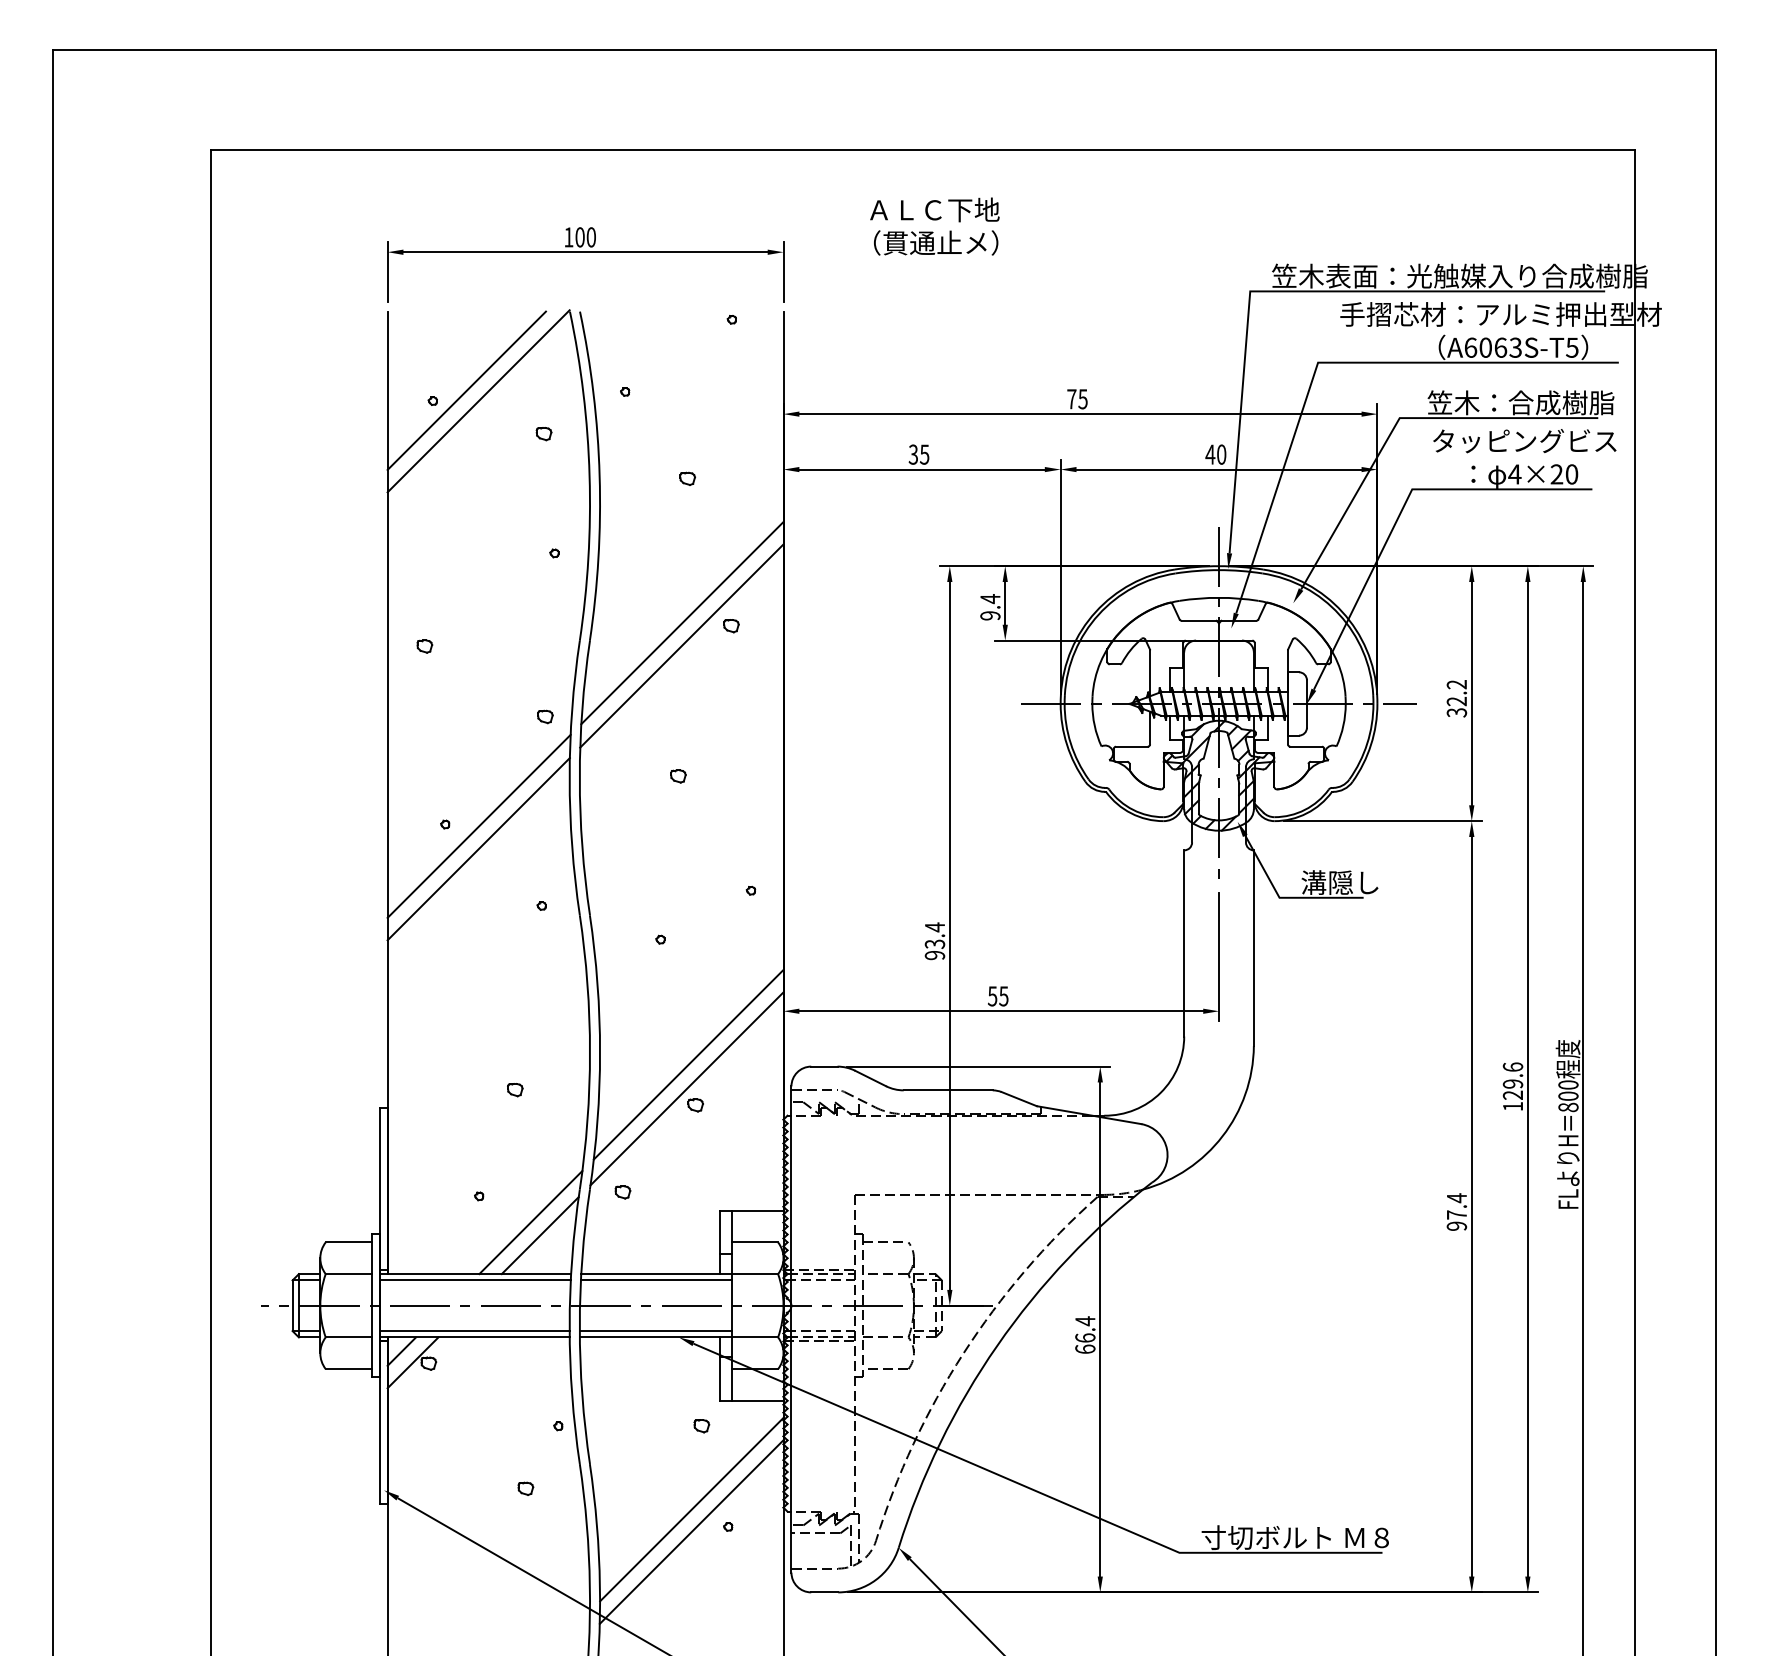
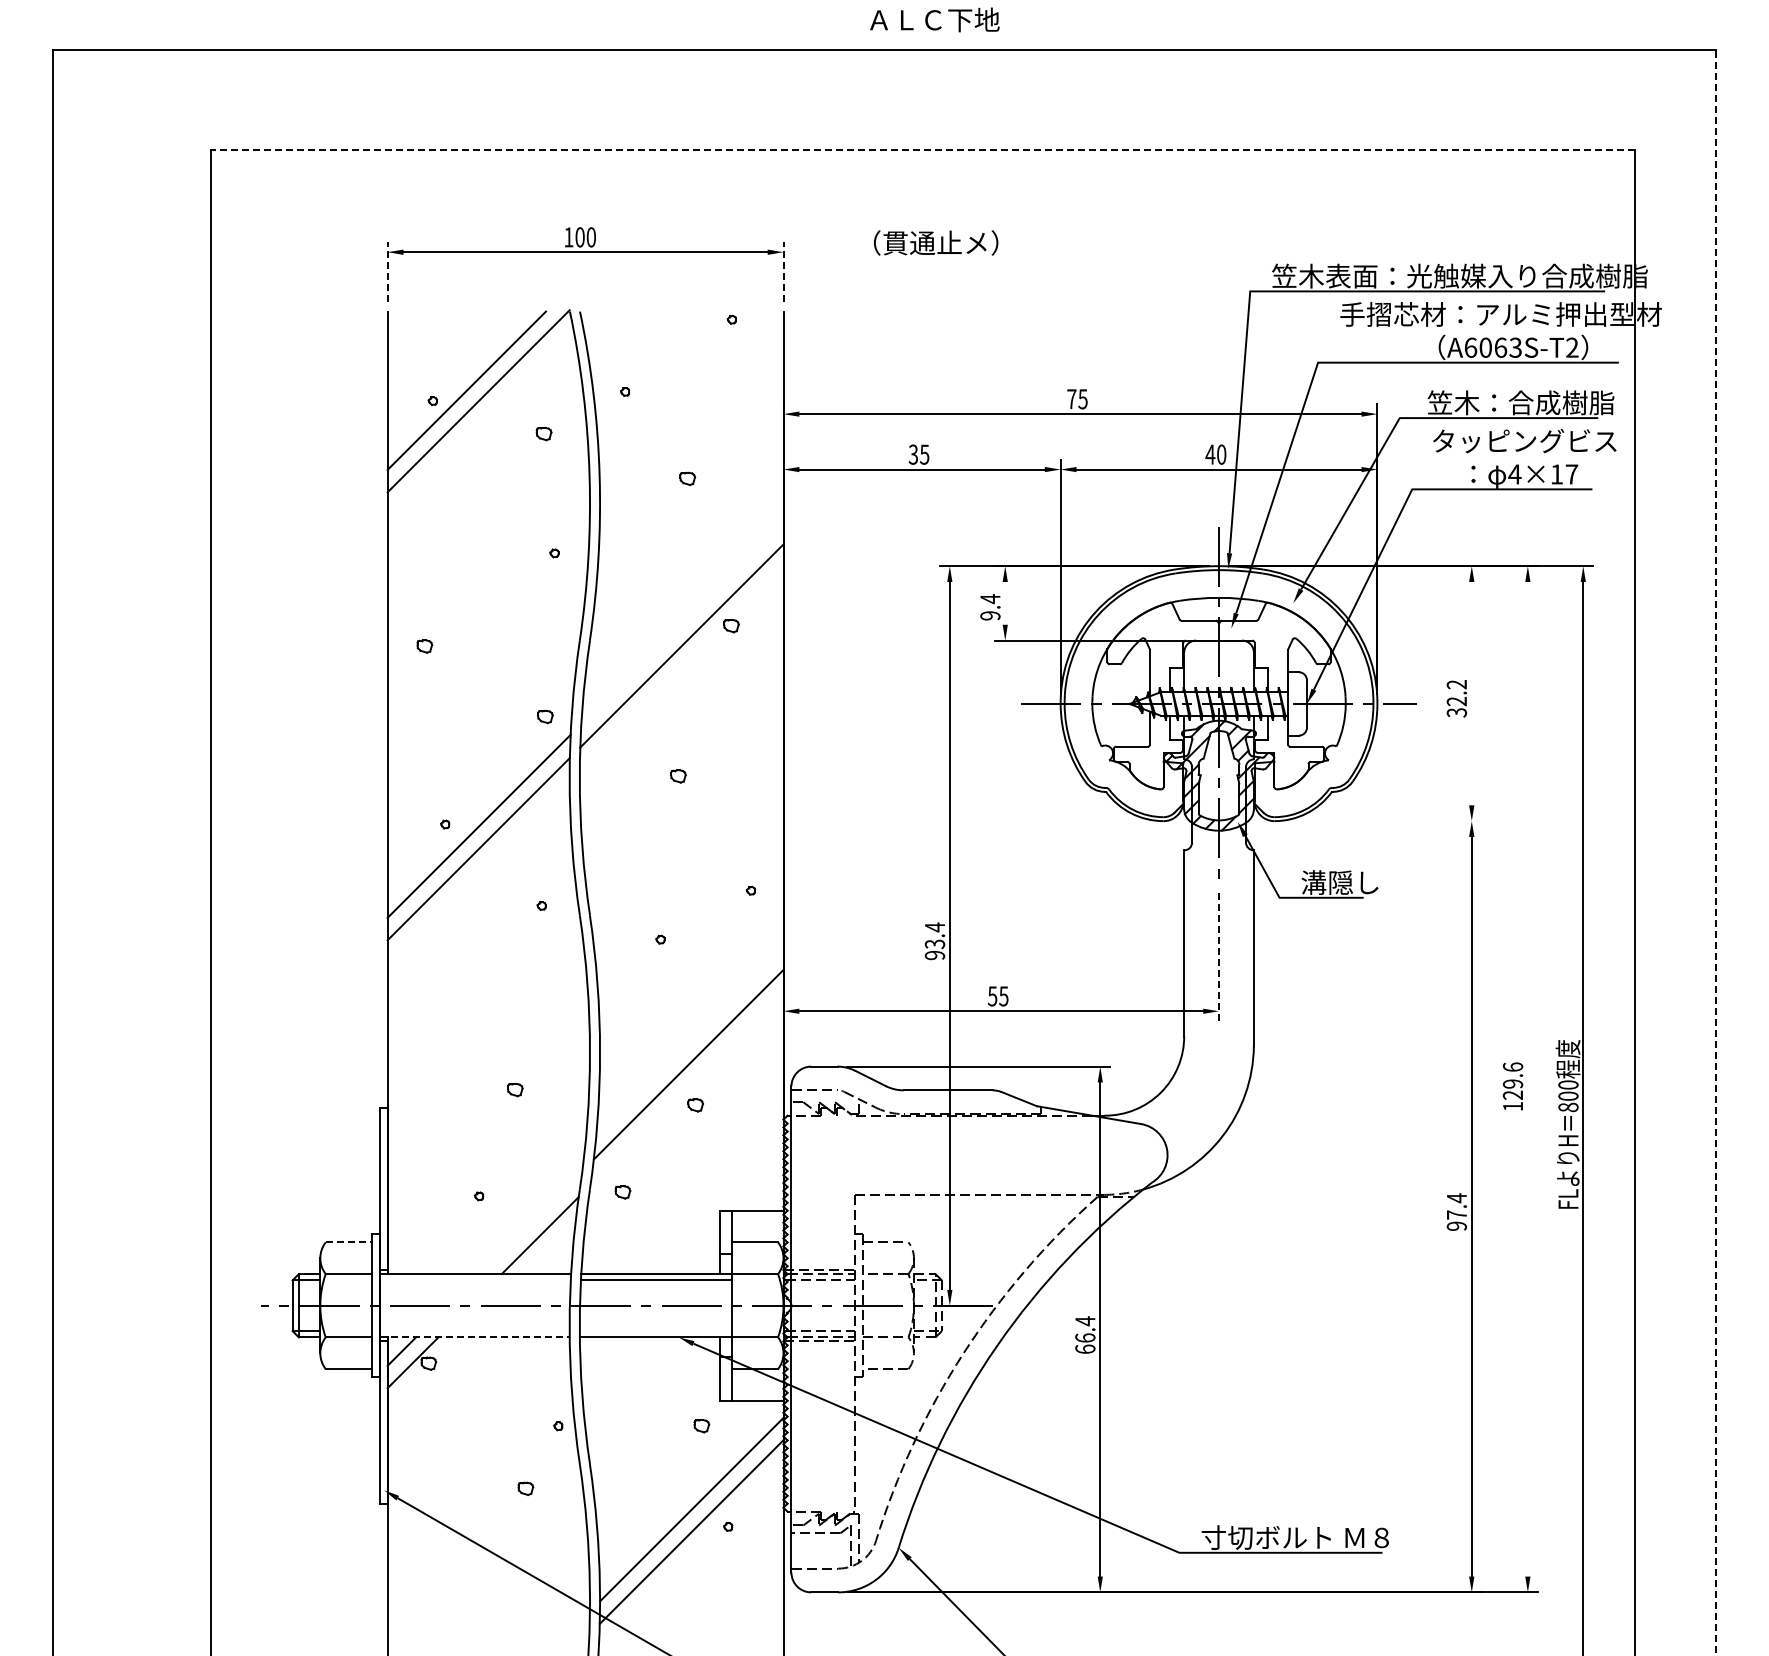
line at (923, 149): solid -> dashed
text at (934, 209) position: (934, 209) -> (934, 19)
line at (387, 272): solid -> dashed
line at (783, 272): solid -> dashed
text at (1572, 347): A6063S-T5 -> A6063S-T2
text at (1564, 474): 4×20 -> 4×17
line at (1005, 603): present -> none
line at (682, 622): present -> none
line at (1471, 693): present -> none
line at (1382, 821): present -> none
line at (1715, 852): solid -> dashed
line at (1219, 957): solid -> dashed
line at (1527, 1079): present -> none
line at (686, 1088): present -> none
line at (530, 1222): present -> none
line at (349, 1242): solid -> dashed
line at (474, 1280): present -> none
line at (474, 1331): present -> none
line at (655, 1331): present -> none
line at (475, 1337): solid -> dashed
